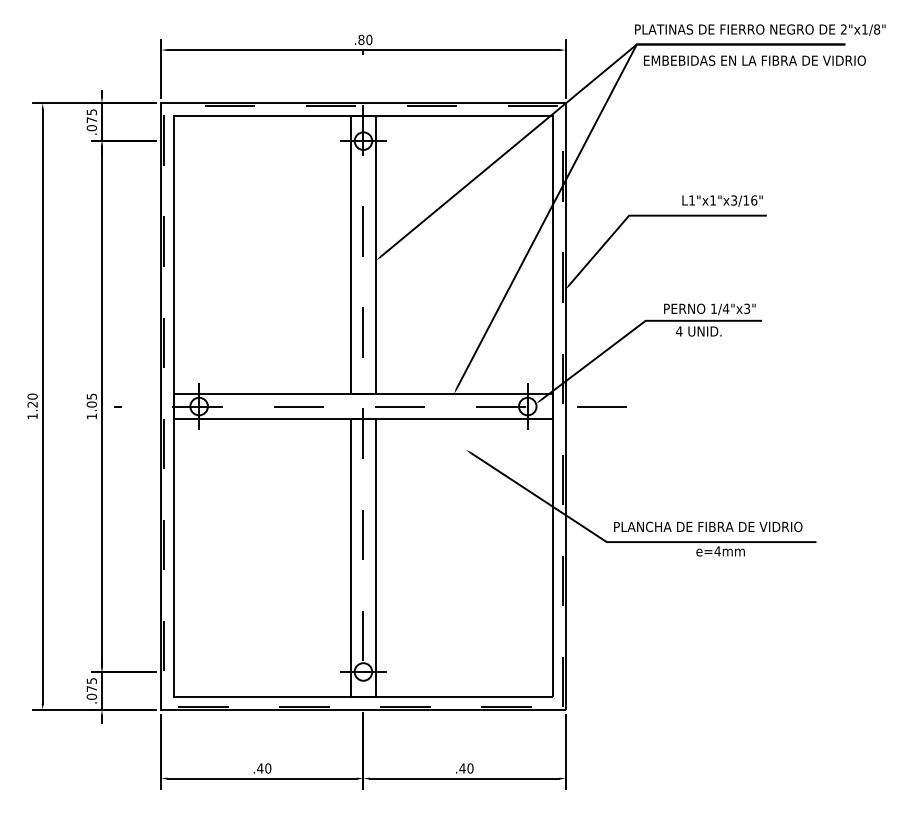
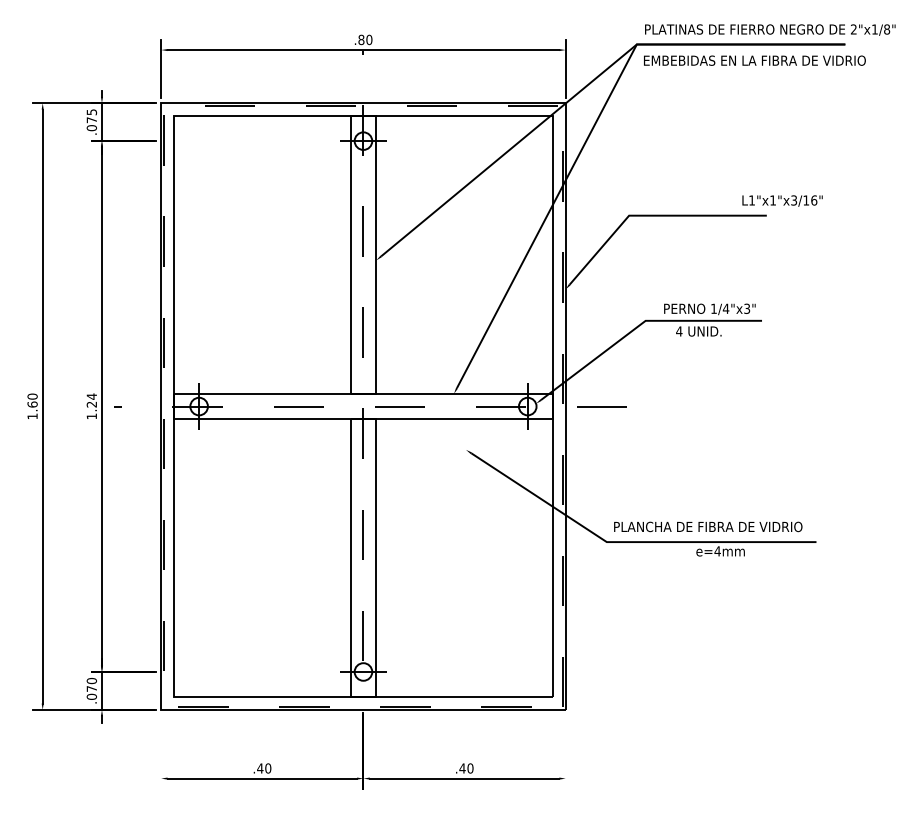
text at (760, 29) position: (760, 29) -> (770, 29)
text at (722, 200) position: (722, 200) -> (782, 200)
text at (91, 400): 1.05 -> 1.24
text at (32, 404): 1.20 -> 1.60
text at (91, 681): .075 -> .070
line at (161, 751): present -> none
line at (565, 751): present -> none
